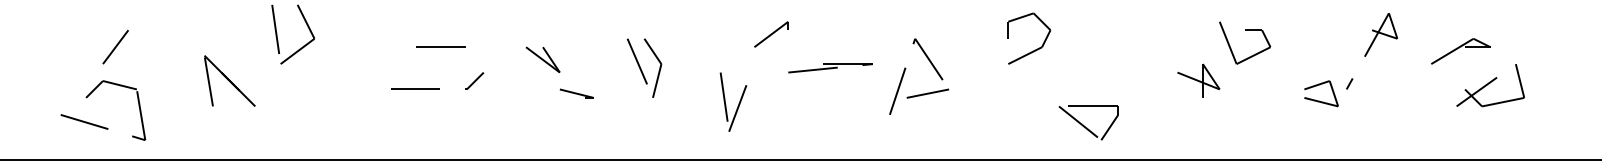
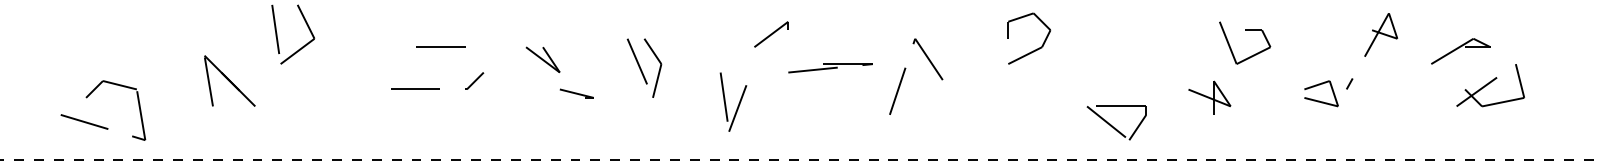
line at (115, 47): present -> none
part at (1198, 80) position: (1198, 80) -> (1209, 97)
line at (927, 93): present -> none
part at (1088, 122) position: (1088, 122) -> (1116, 122)
line at (801, 160): solid -> dashed
